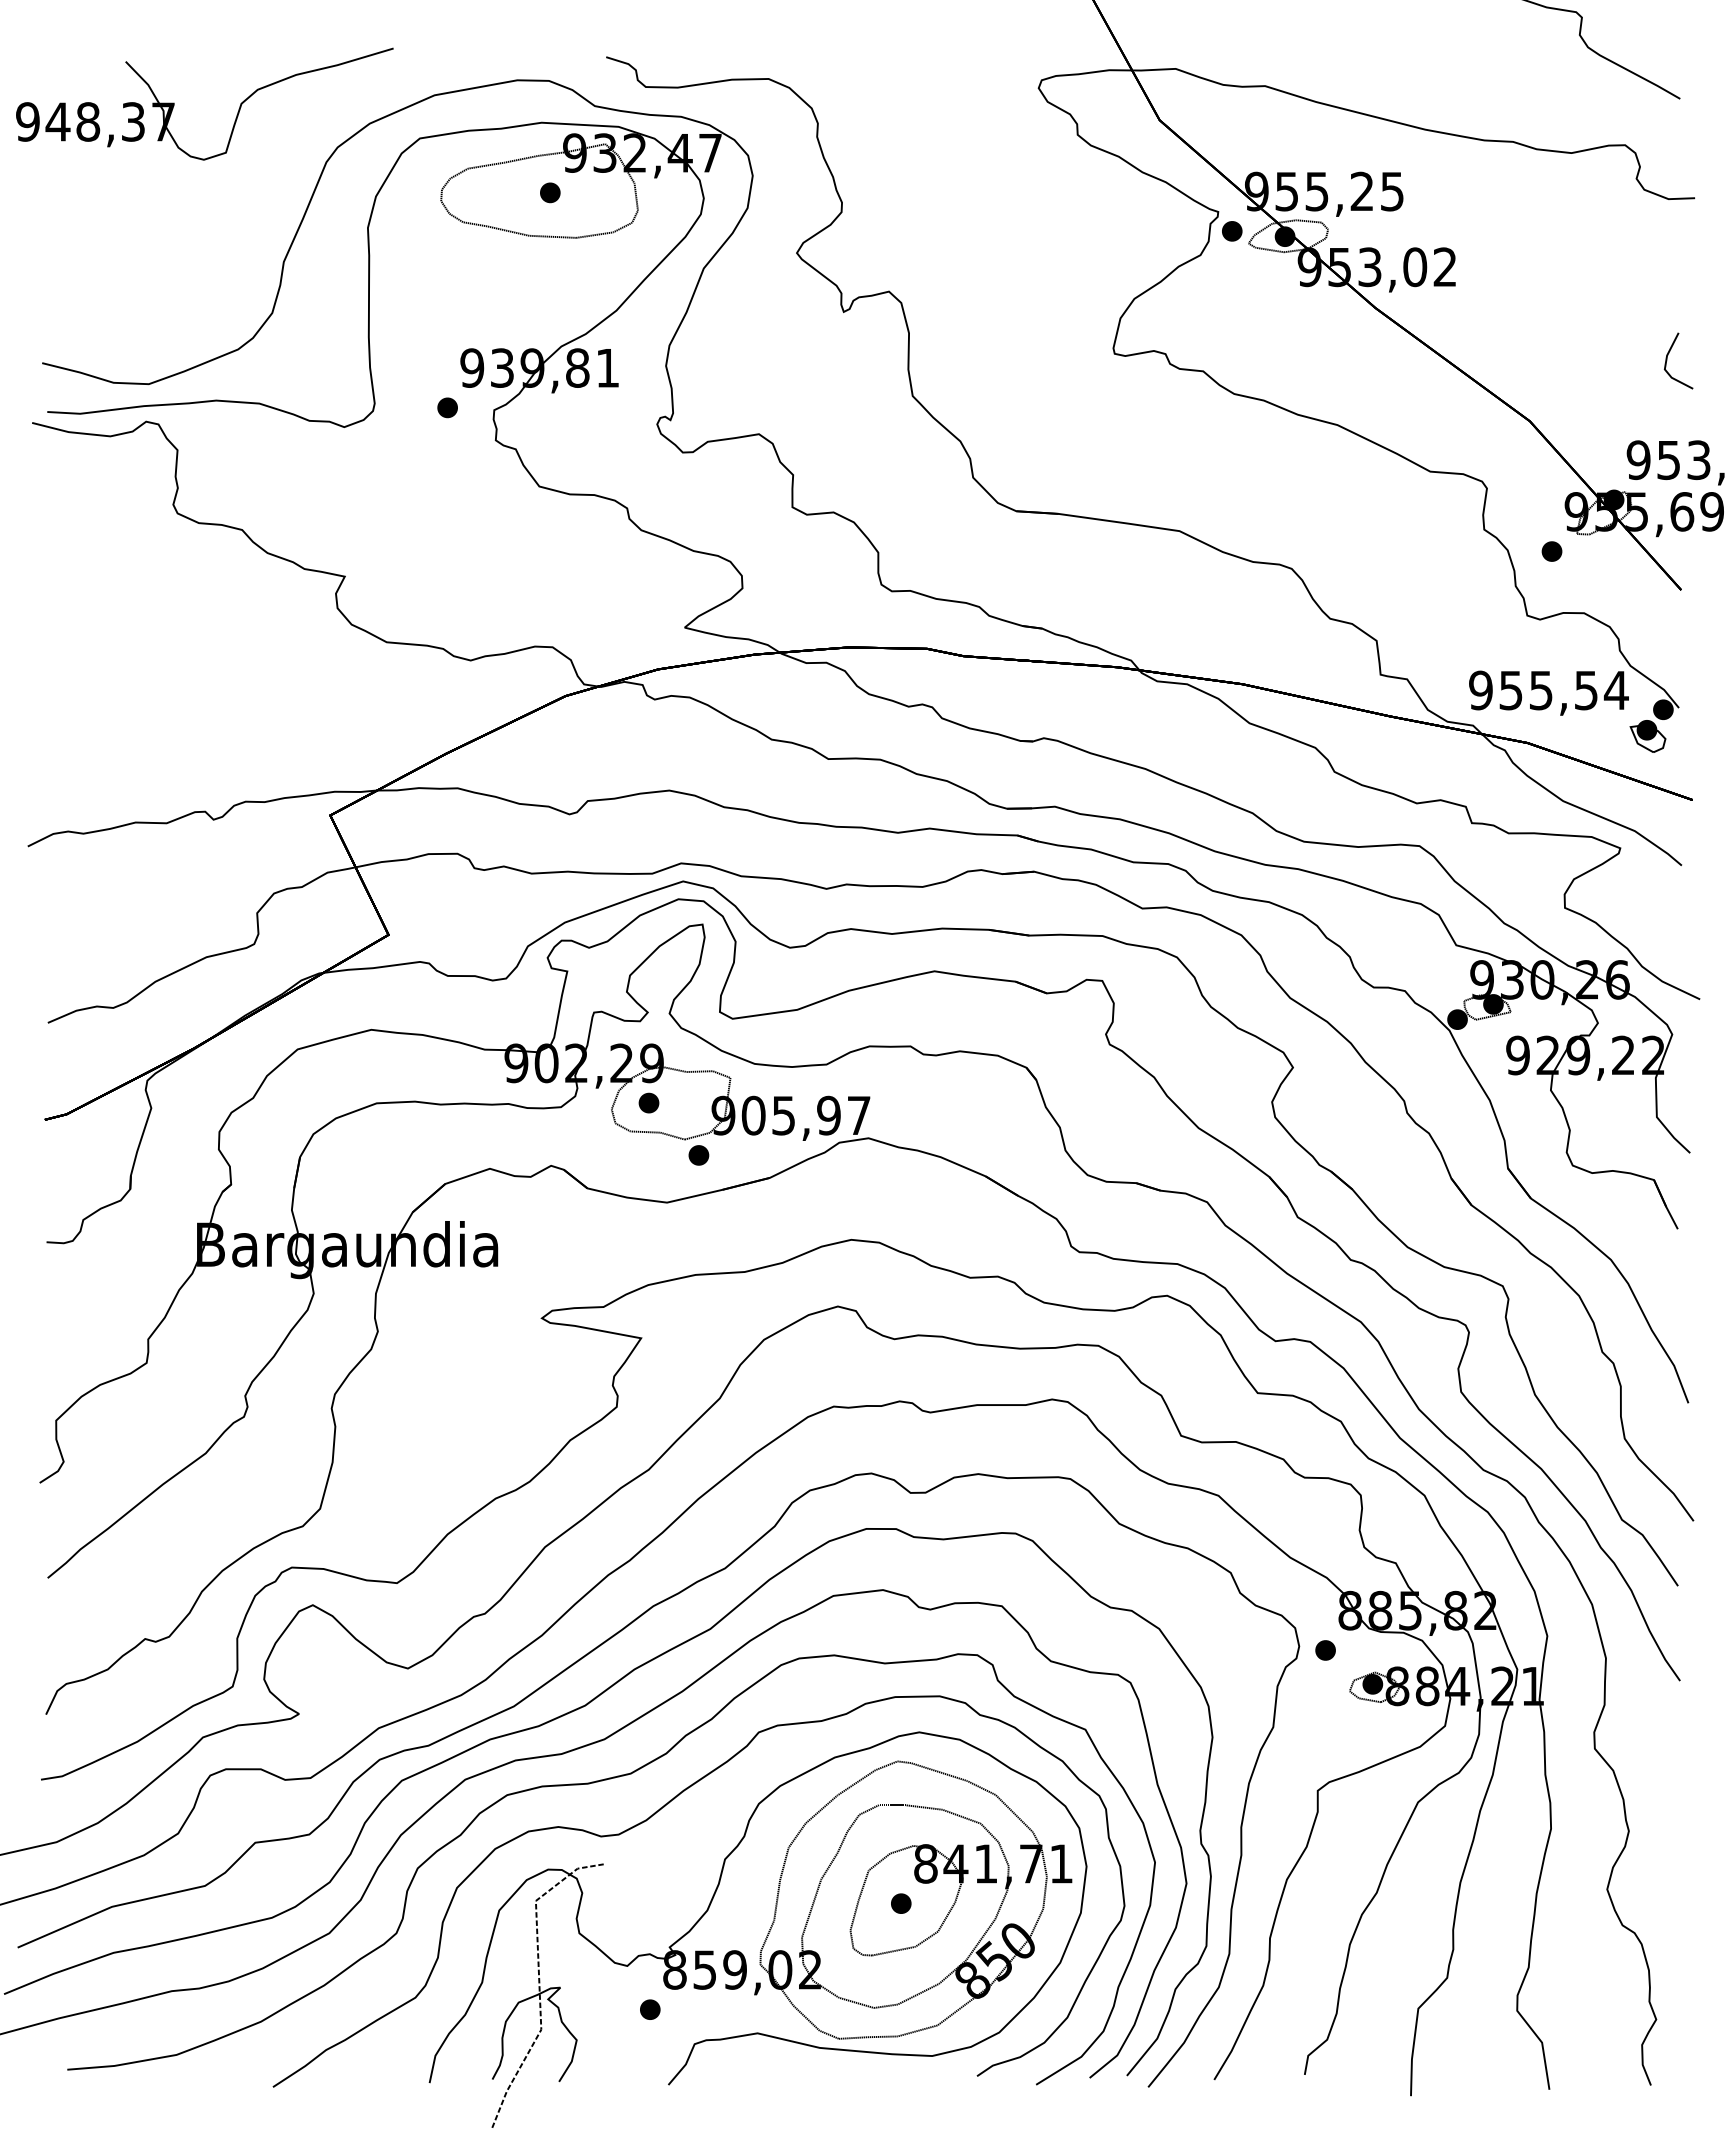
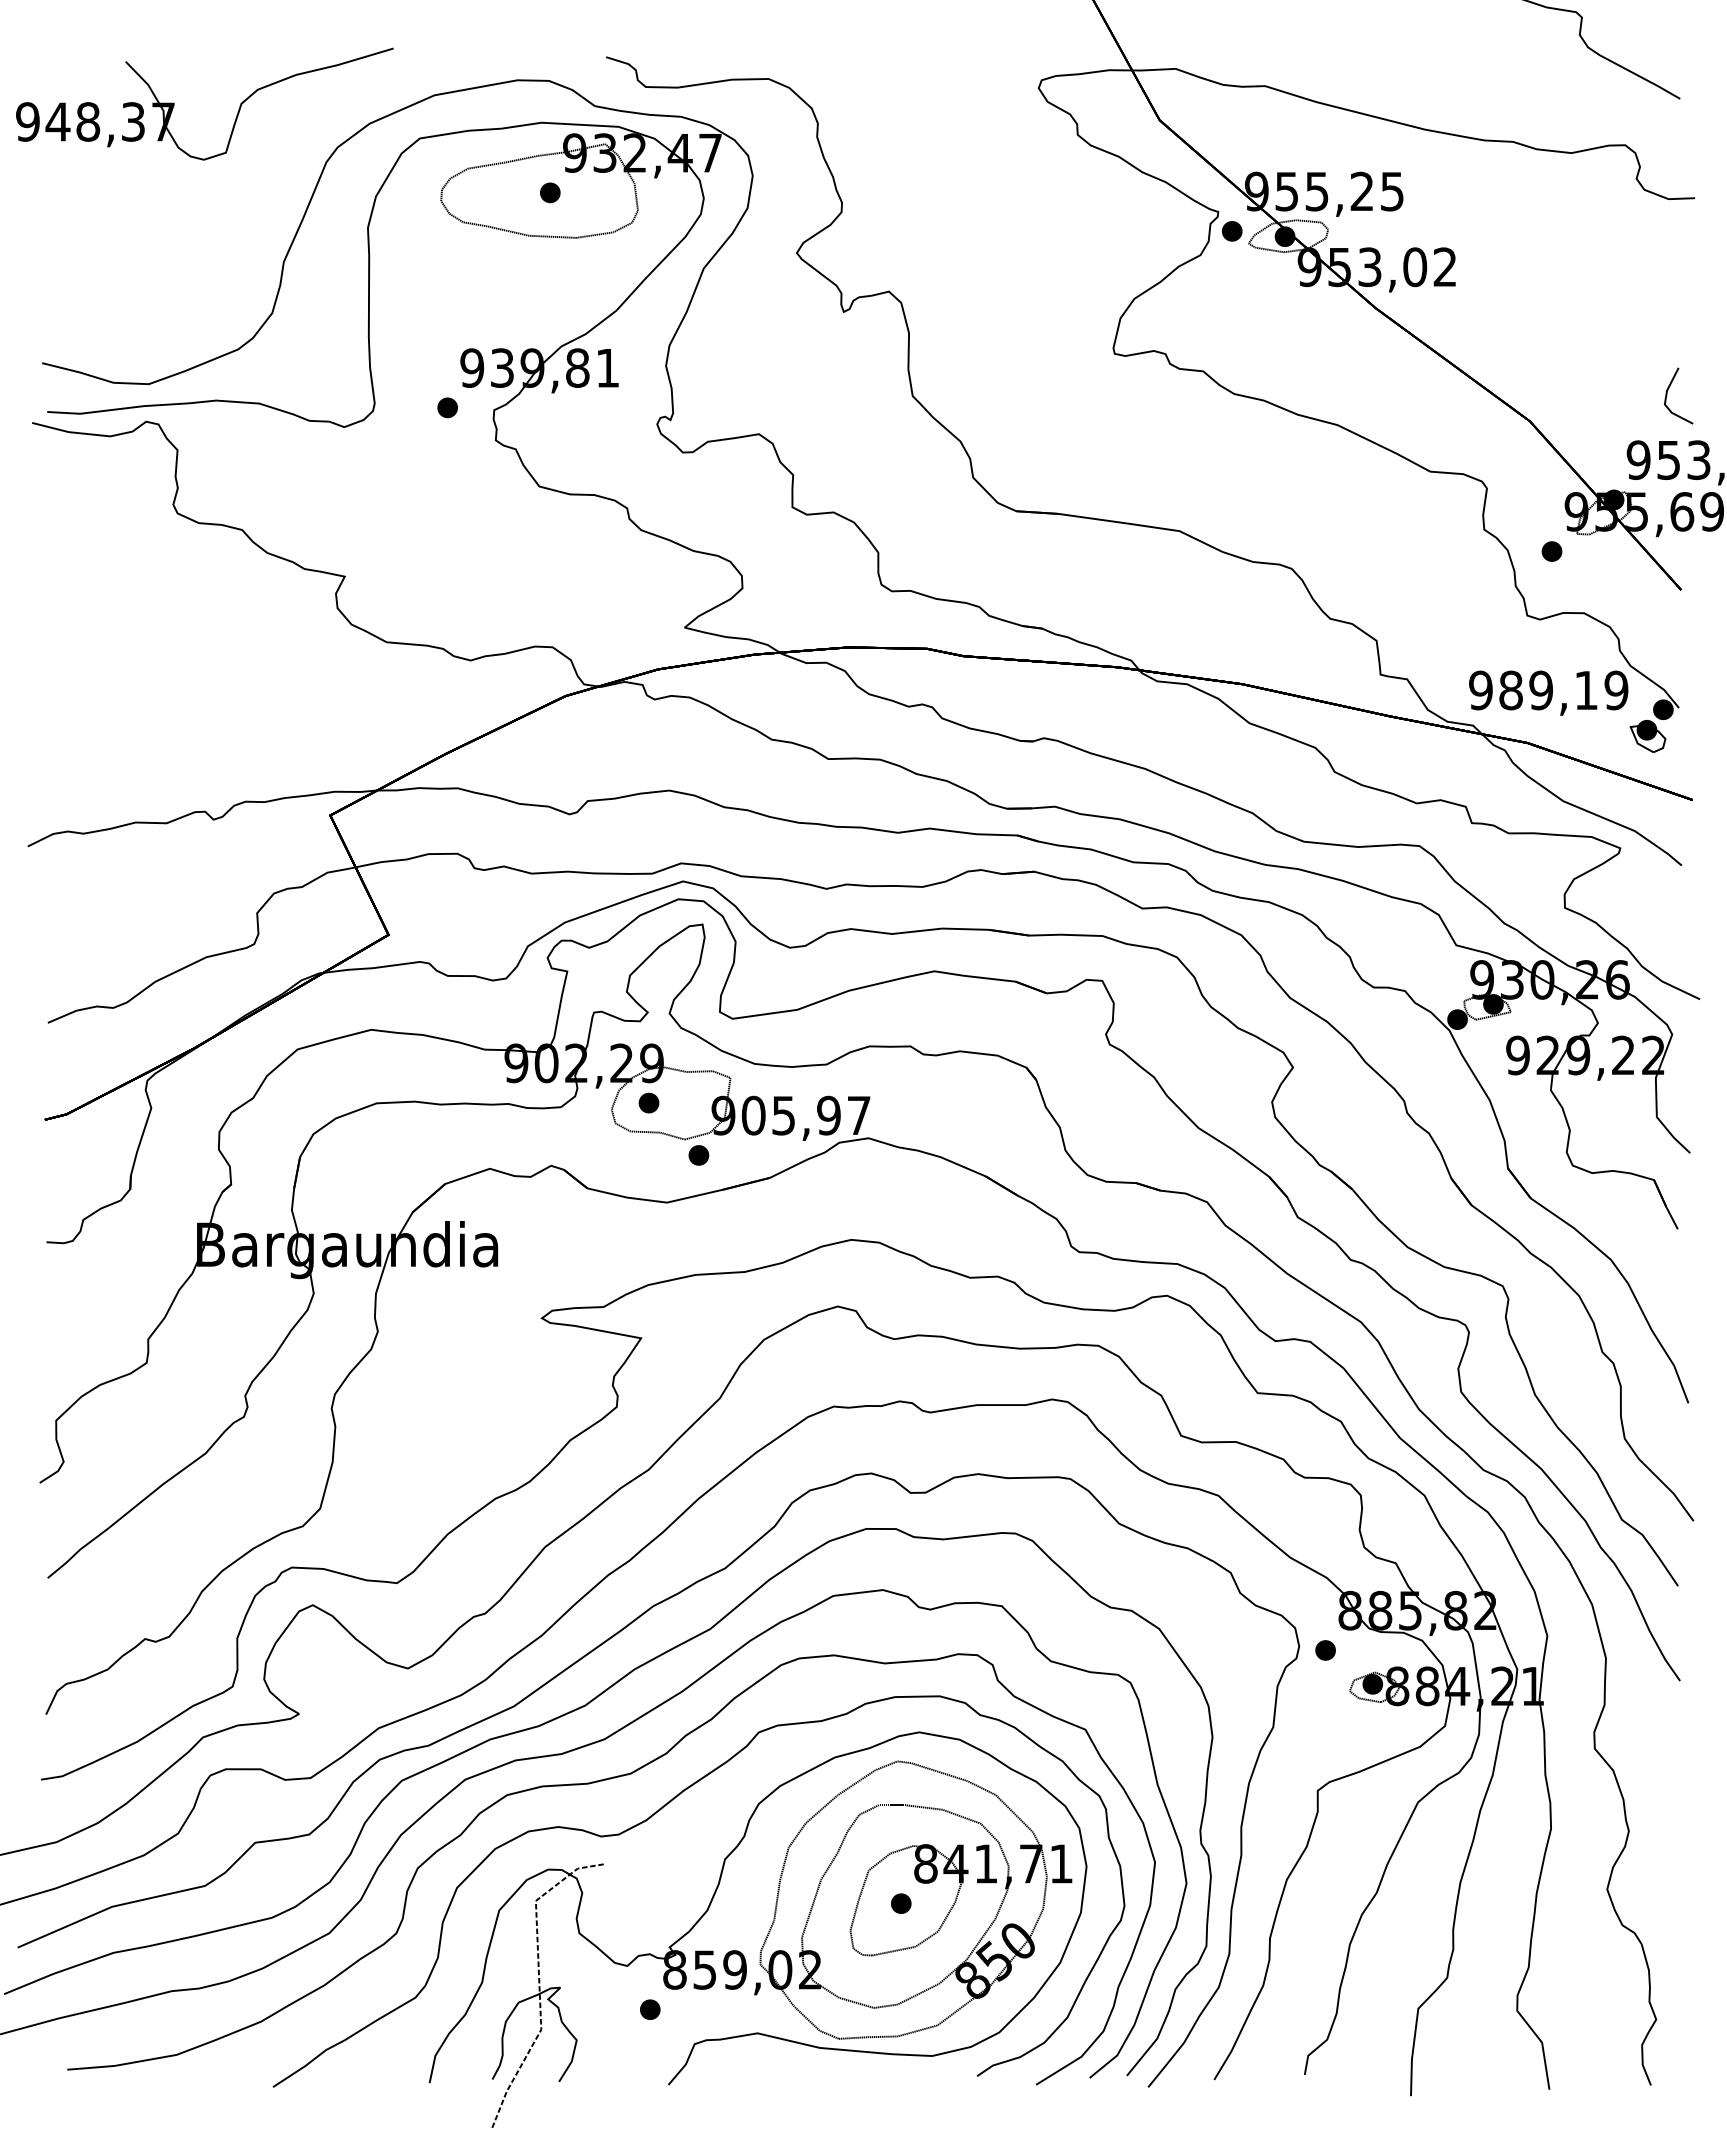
line at (1667, 360) position: (1667, 360) -> (1667, 395)
text at (1563, 690): 955,54 -> 989,19
